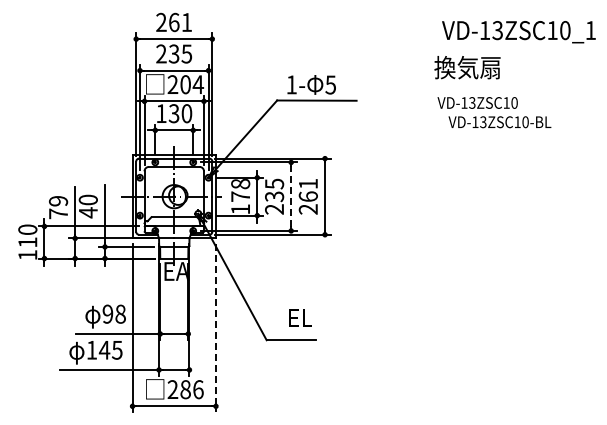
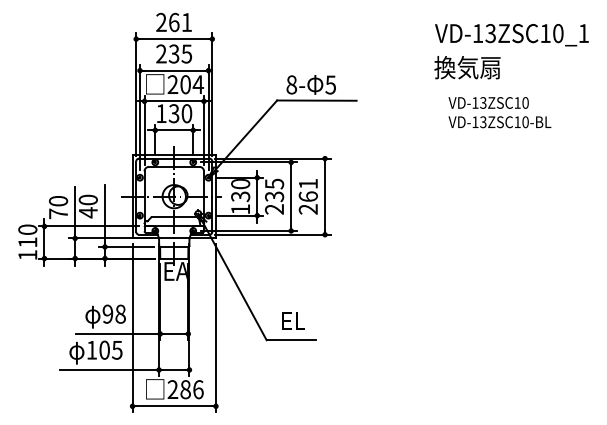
text at (518, 32) position: (518, 32) -> (511, 35)
text at (291, 84): 1- -> 8-
text at (477, 102) position: (477, 102) -> (488, 102)
text at (240, 190): 178 -> 130
line at (291, 196): dashed -> solid
text at (58, 201): 79 -> 70
text at (300, 317) position: (300, 317) -> (293, 320)
line at (215, 328): dashed -> solid
text at (104, 349): 145 -> 105
